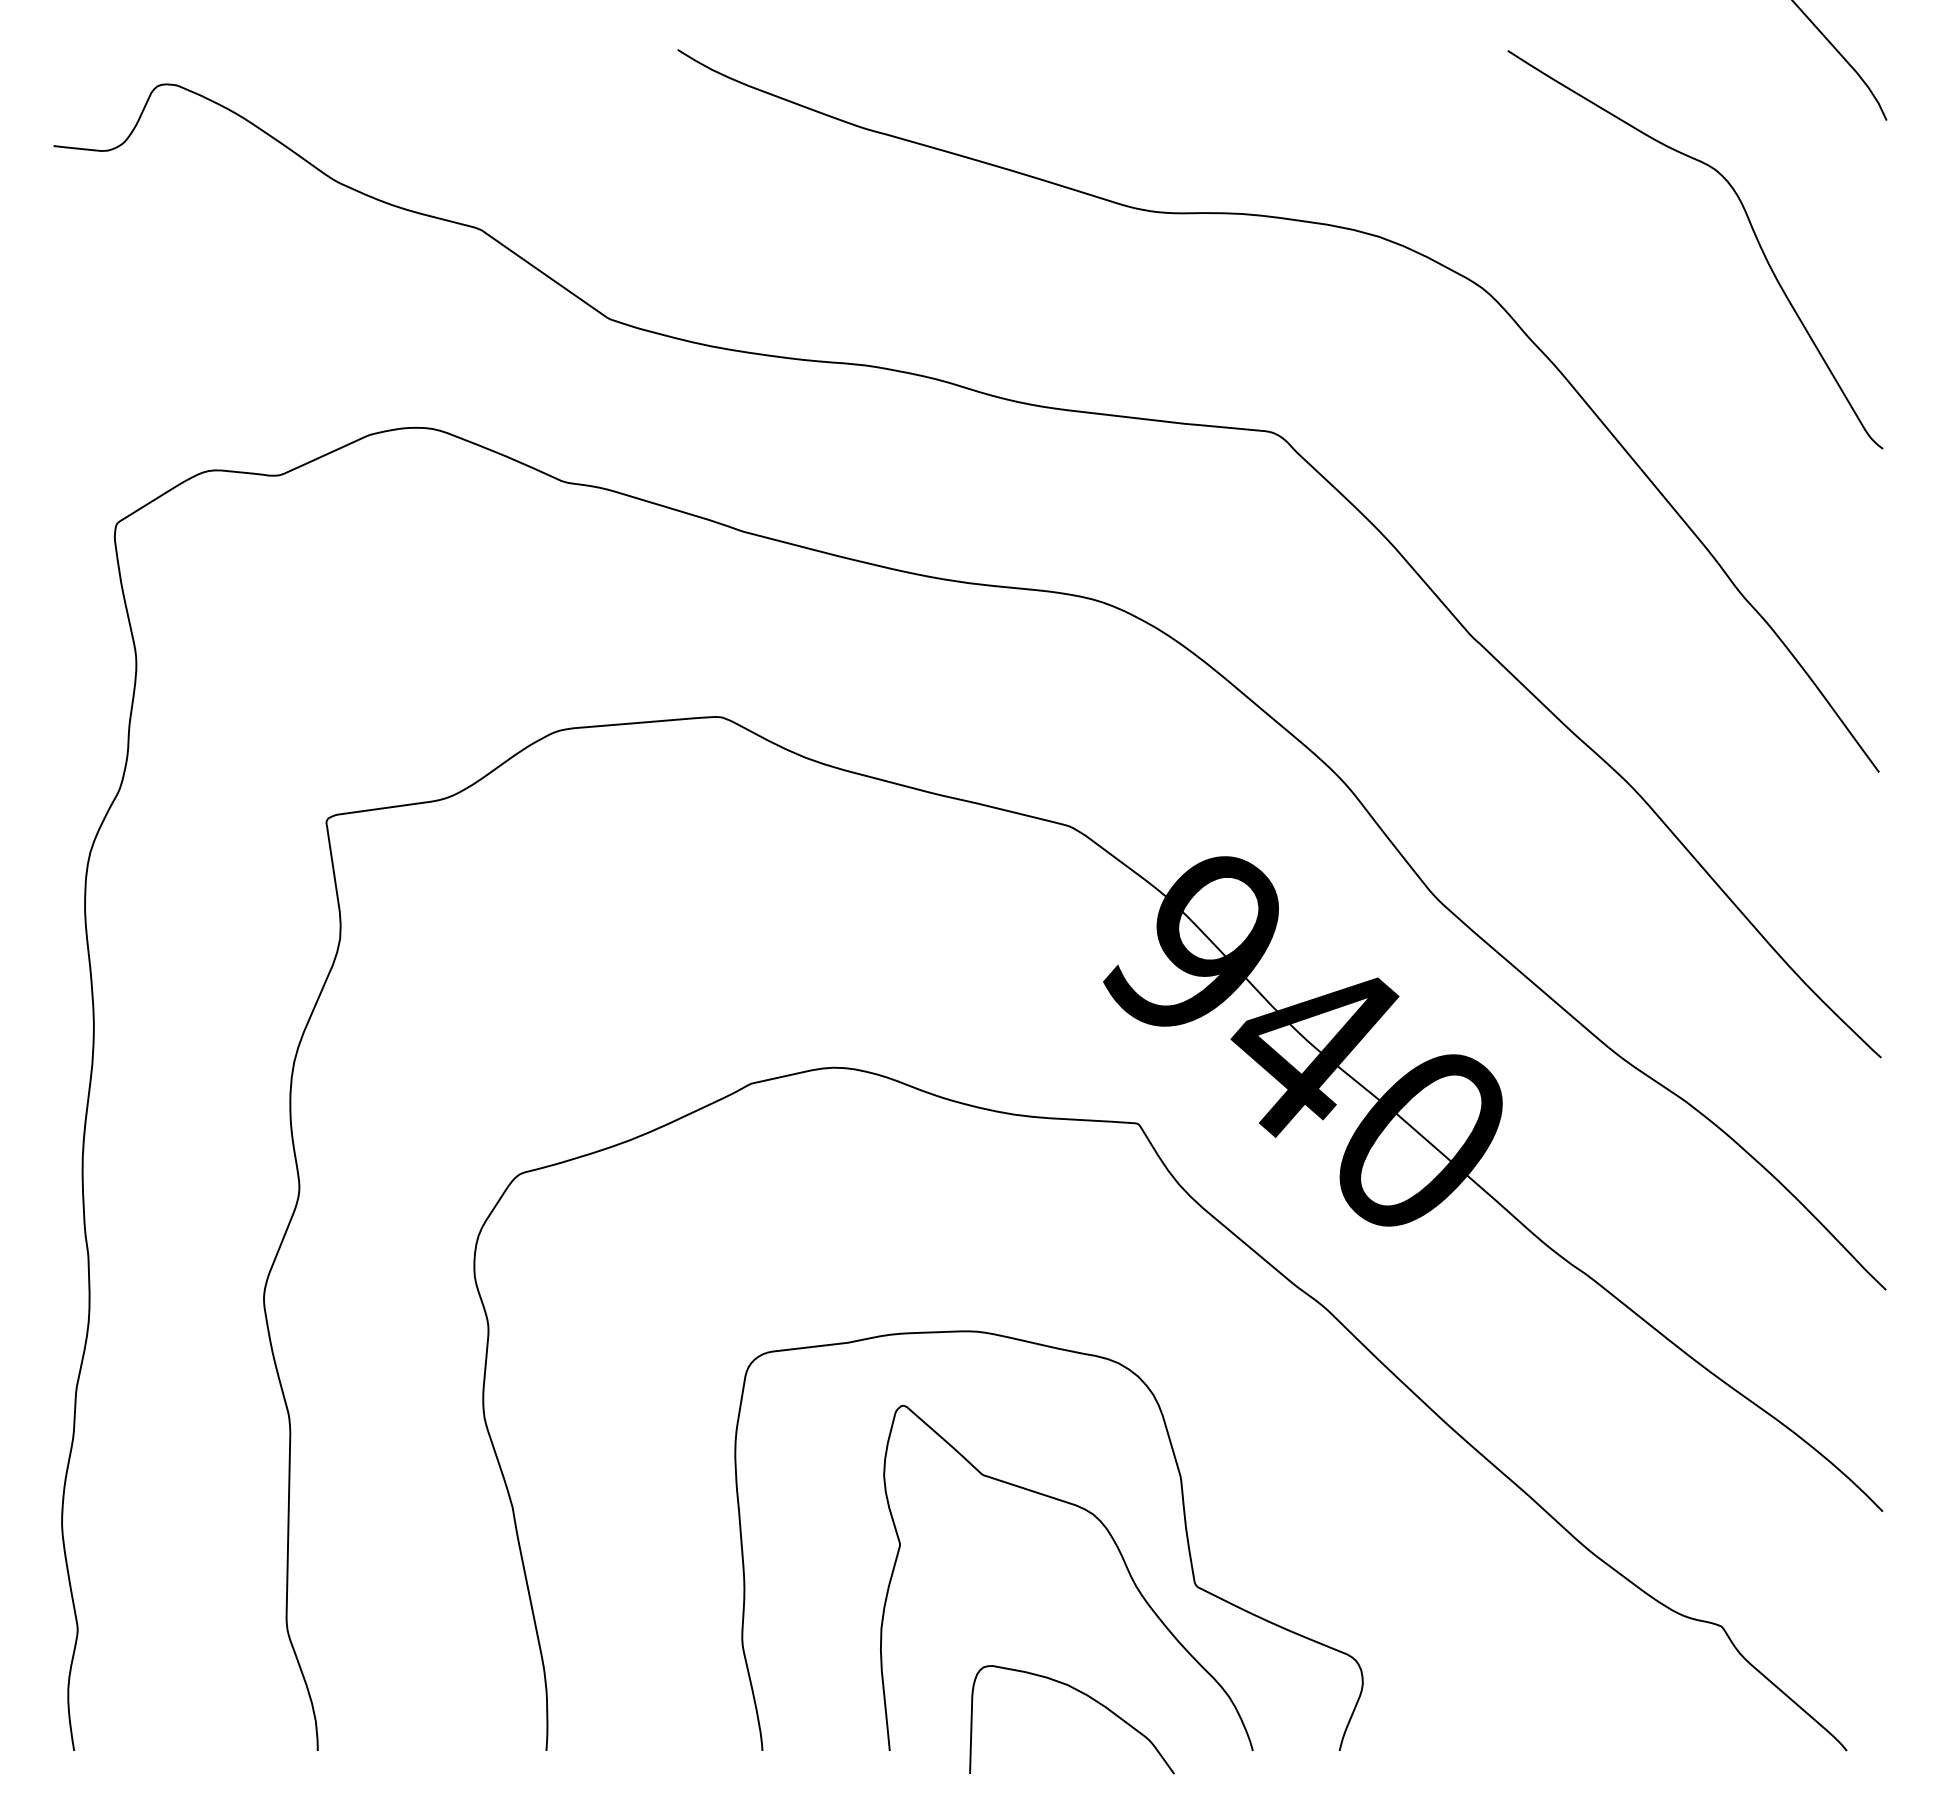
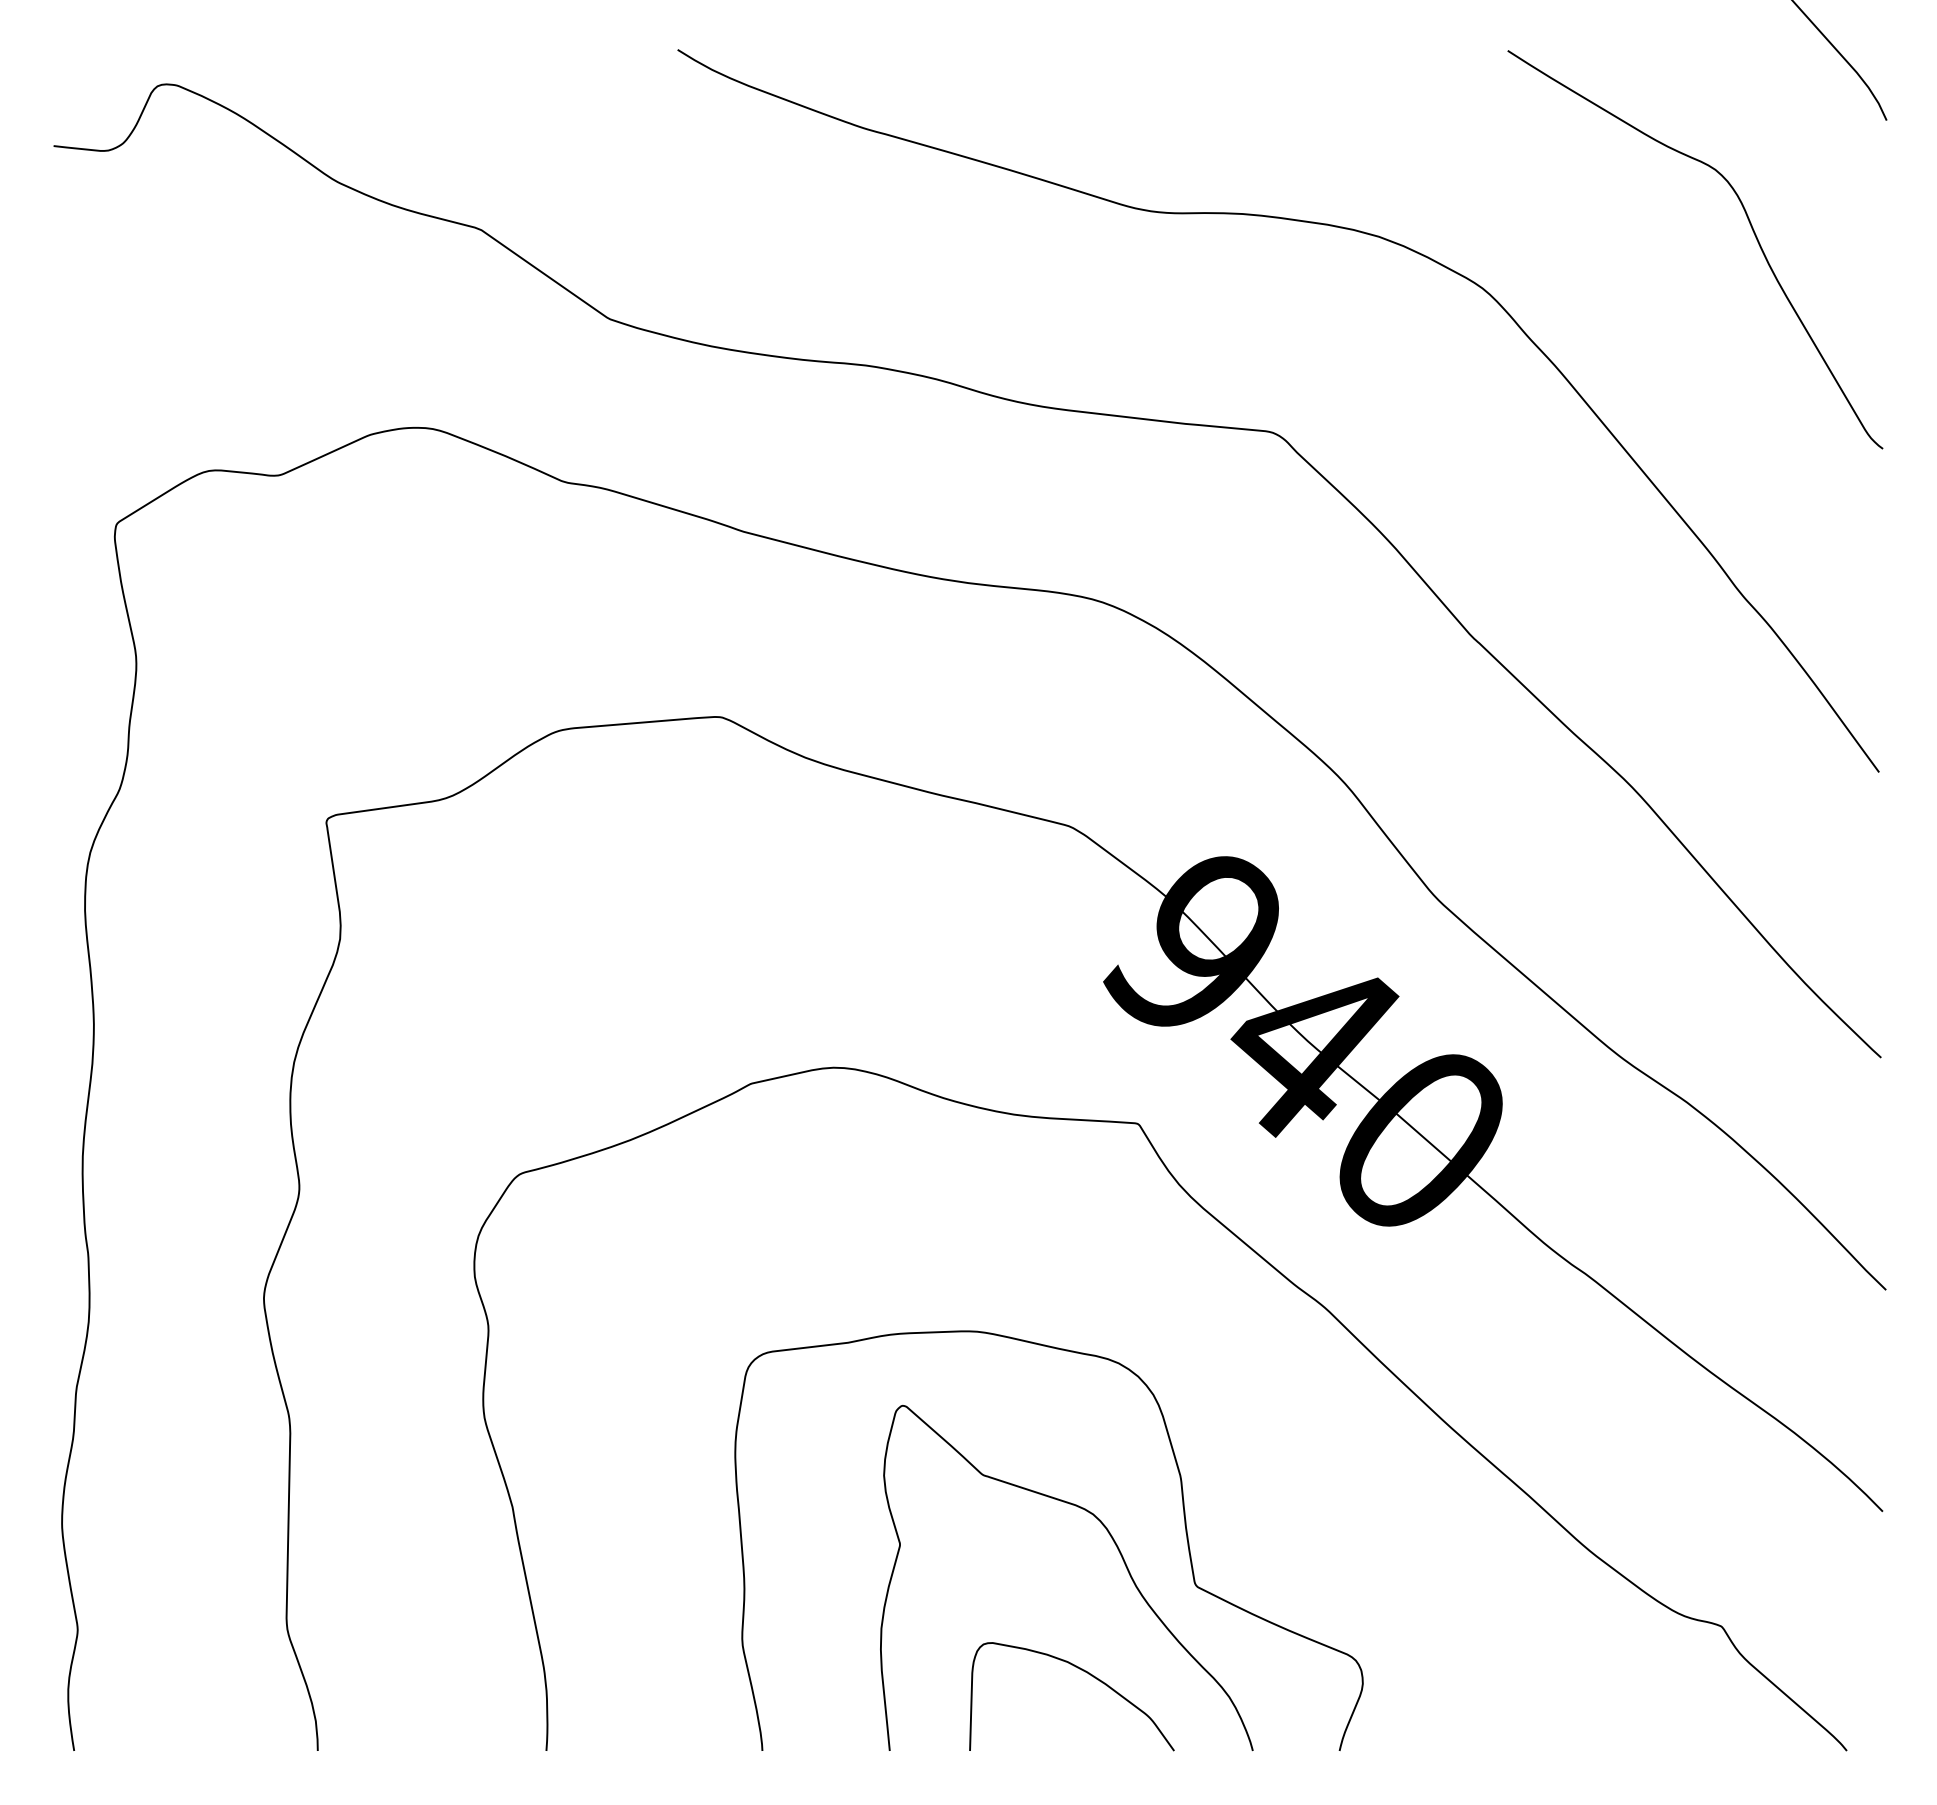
curve at (1083, 1694) position: (1083, 1694) -> (1083, 1671)
